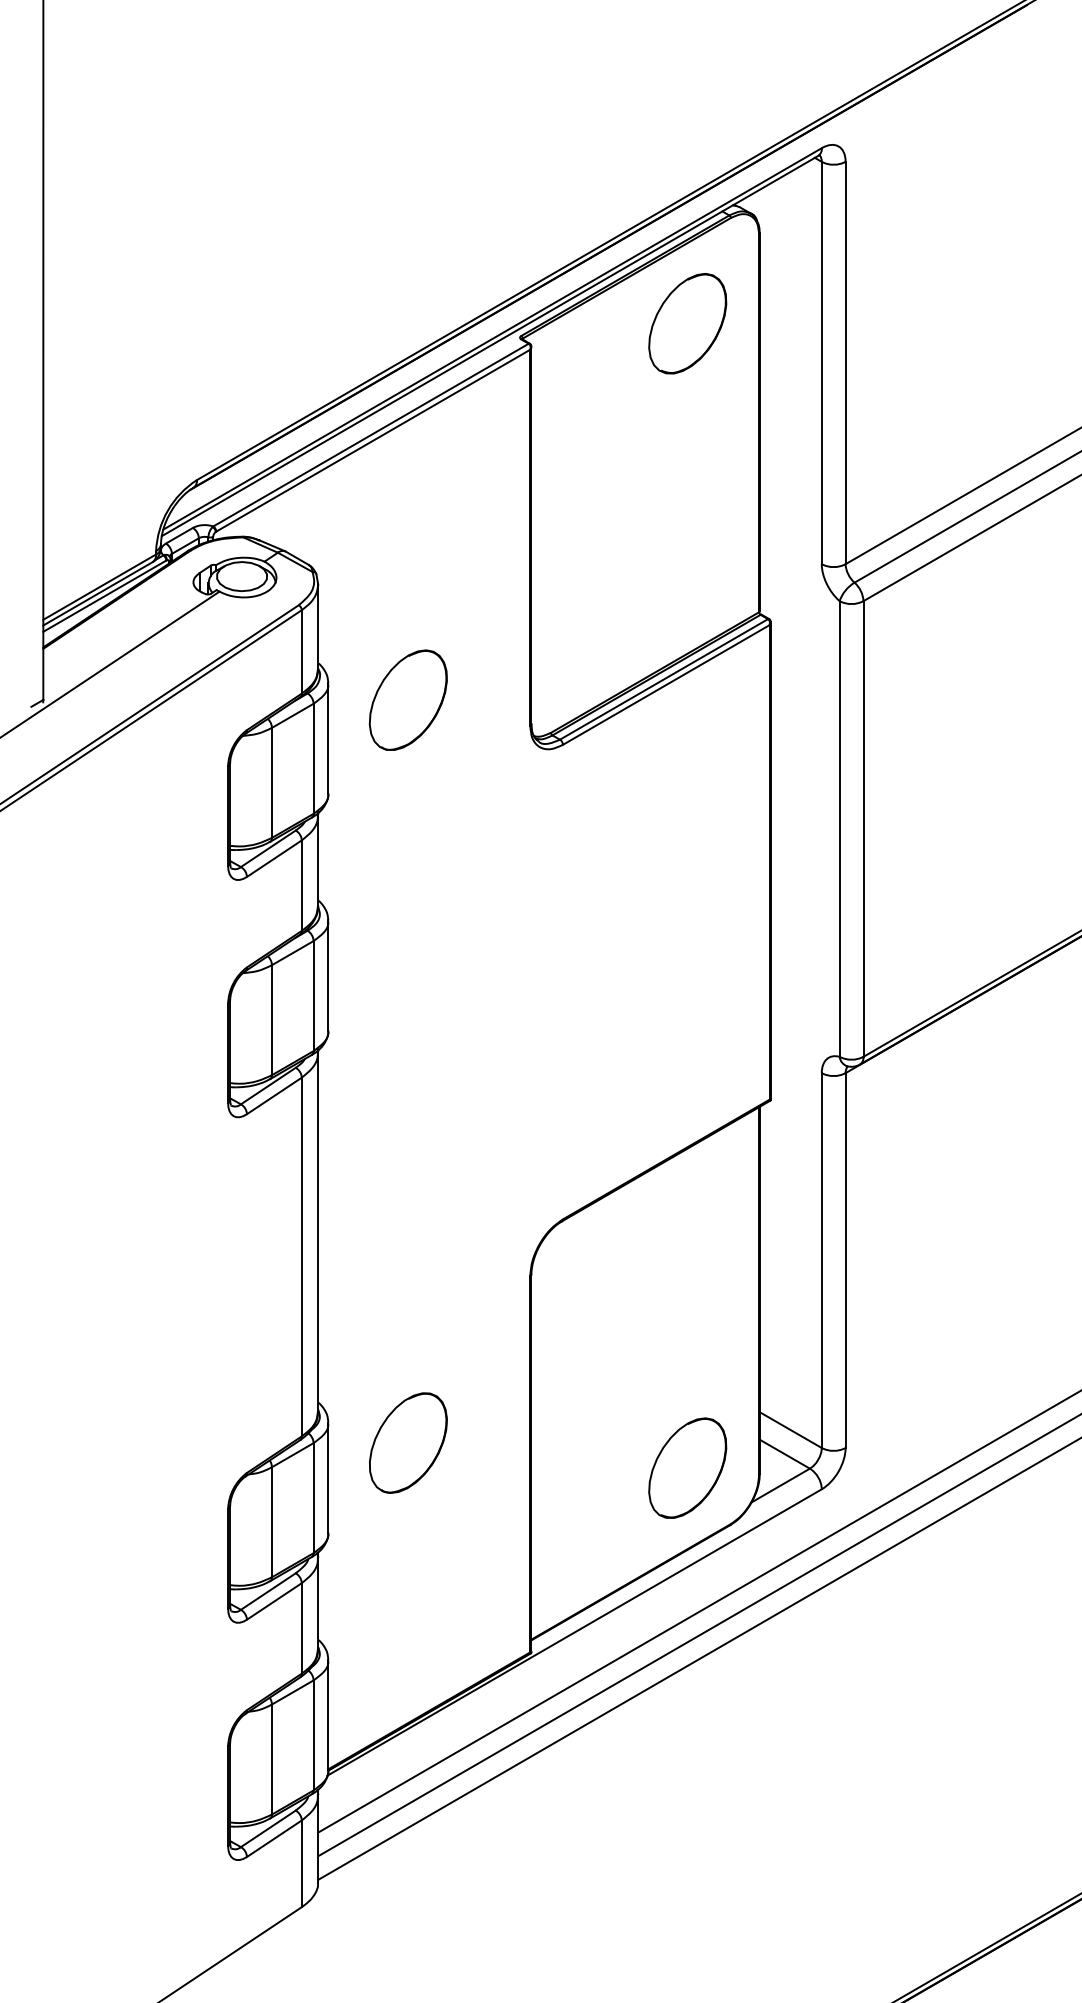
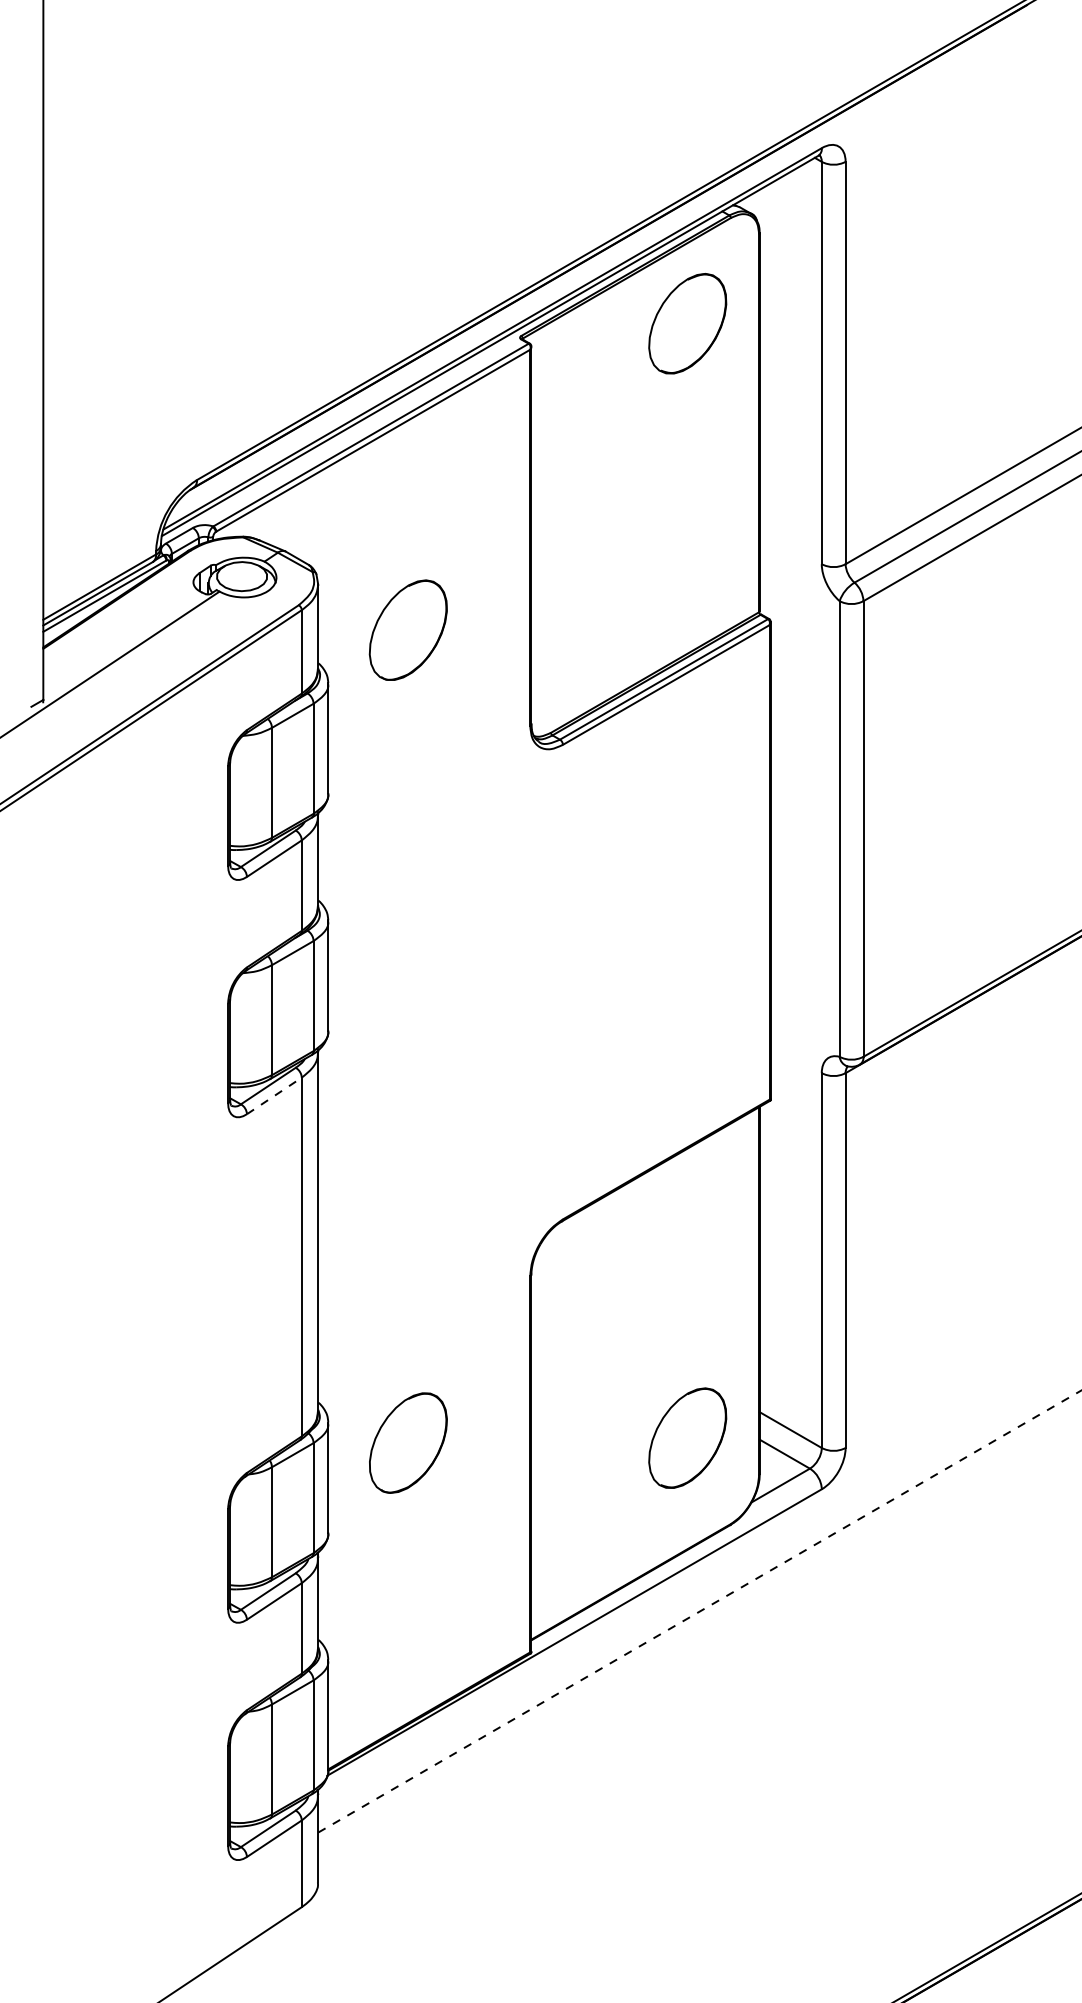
part at (407, 699) position: (407, 699) -> (407, 629)
line at (274, 1095): solid -> dashed
part at (687, 1467) position: (687, 1467) -> (687, 1437)
line at (699, 1611): solid -> dashed
line at (698, 1635): present -> none
line at (698, 1659): present -> none
